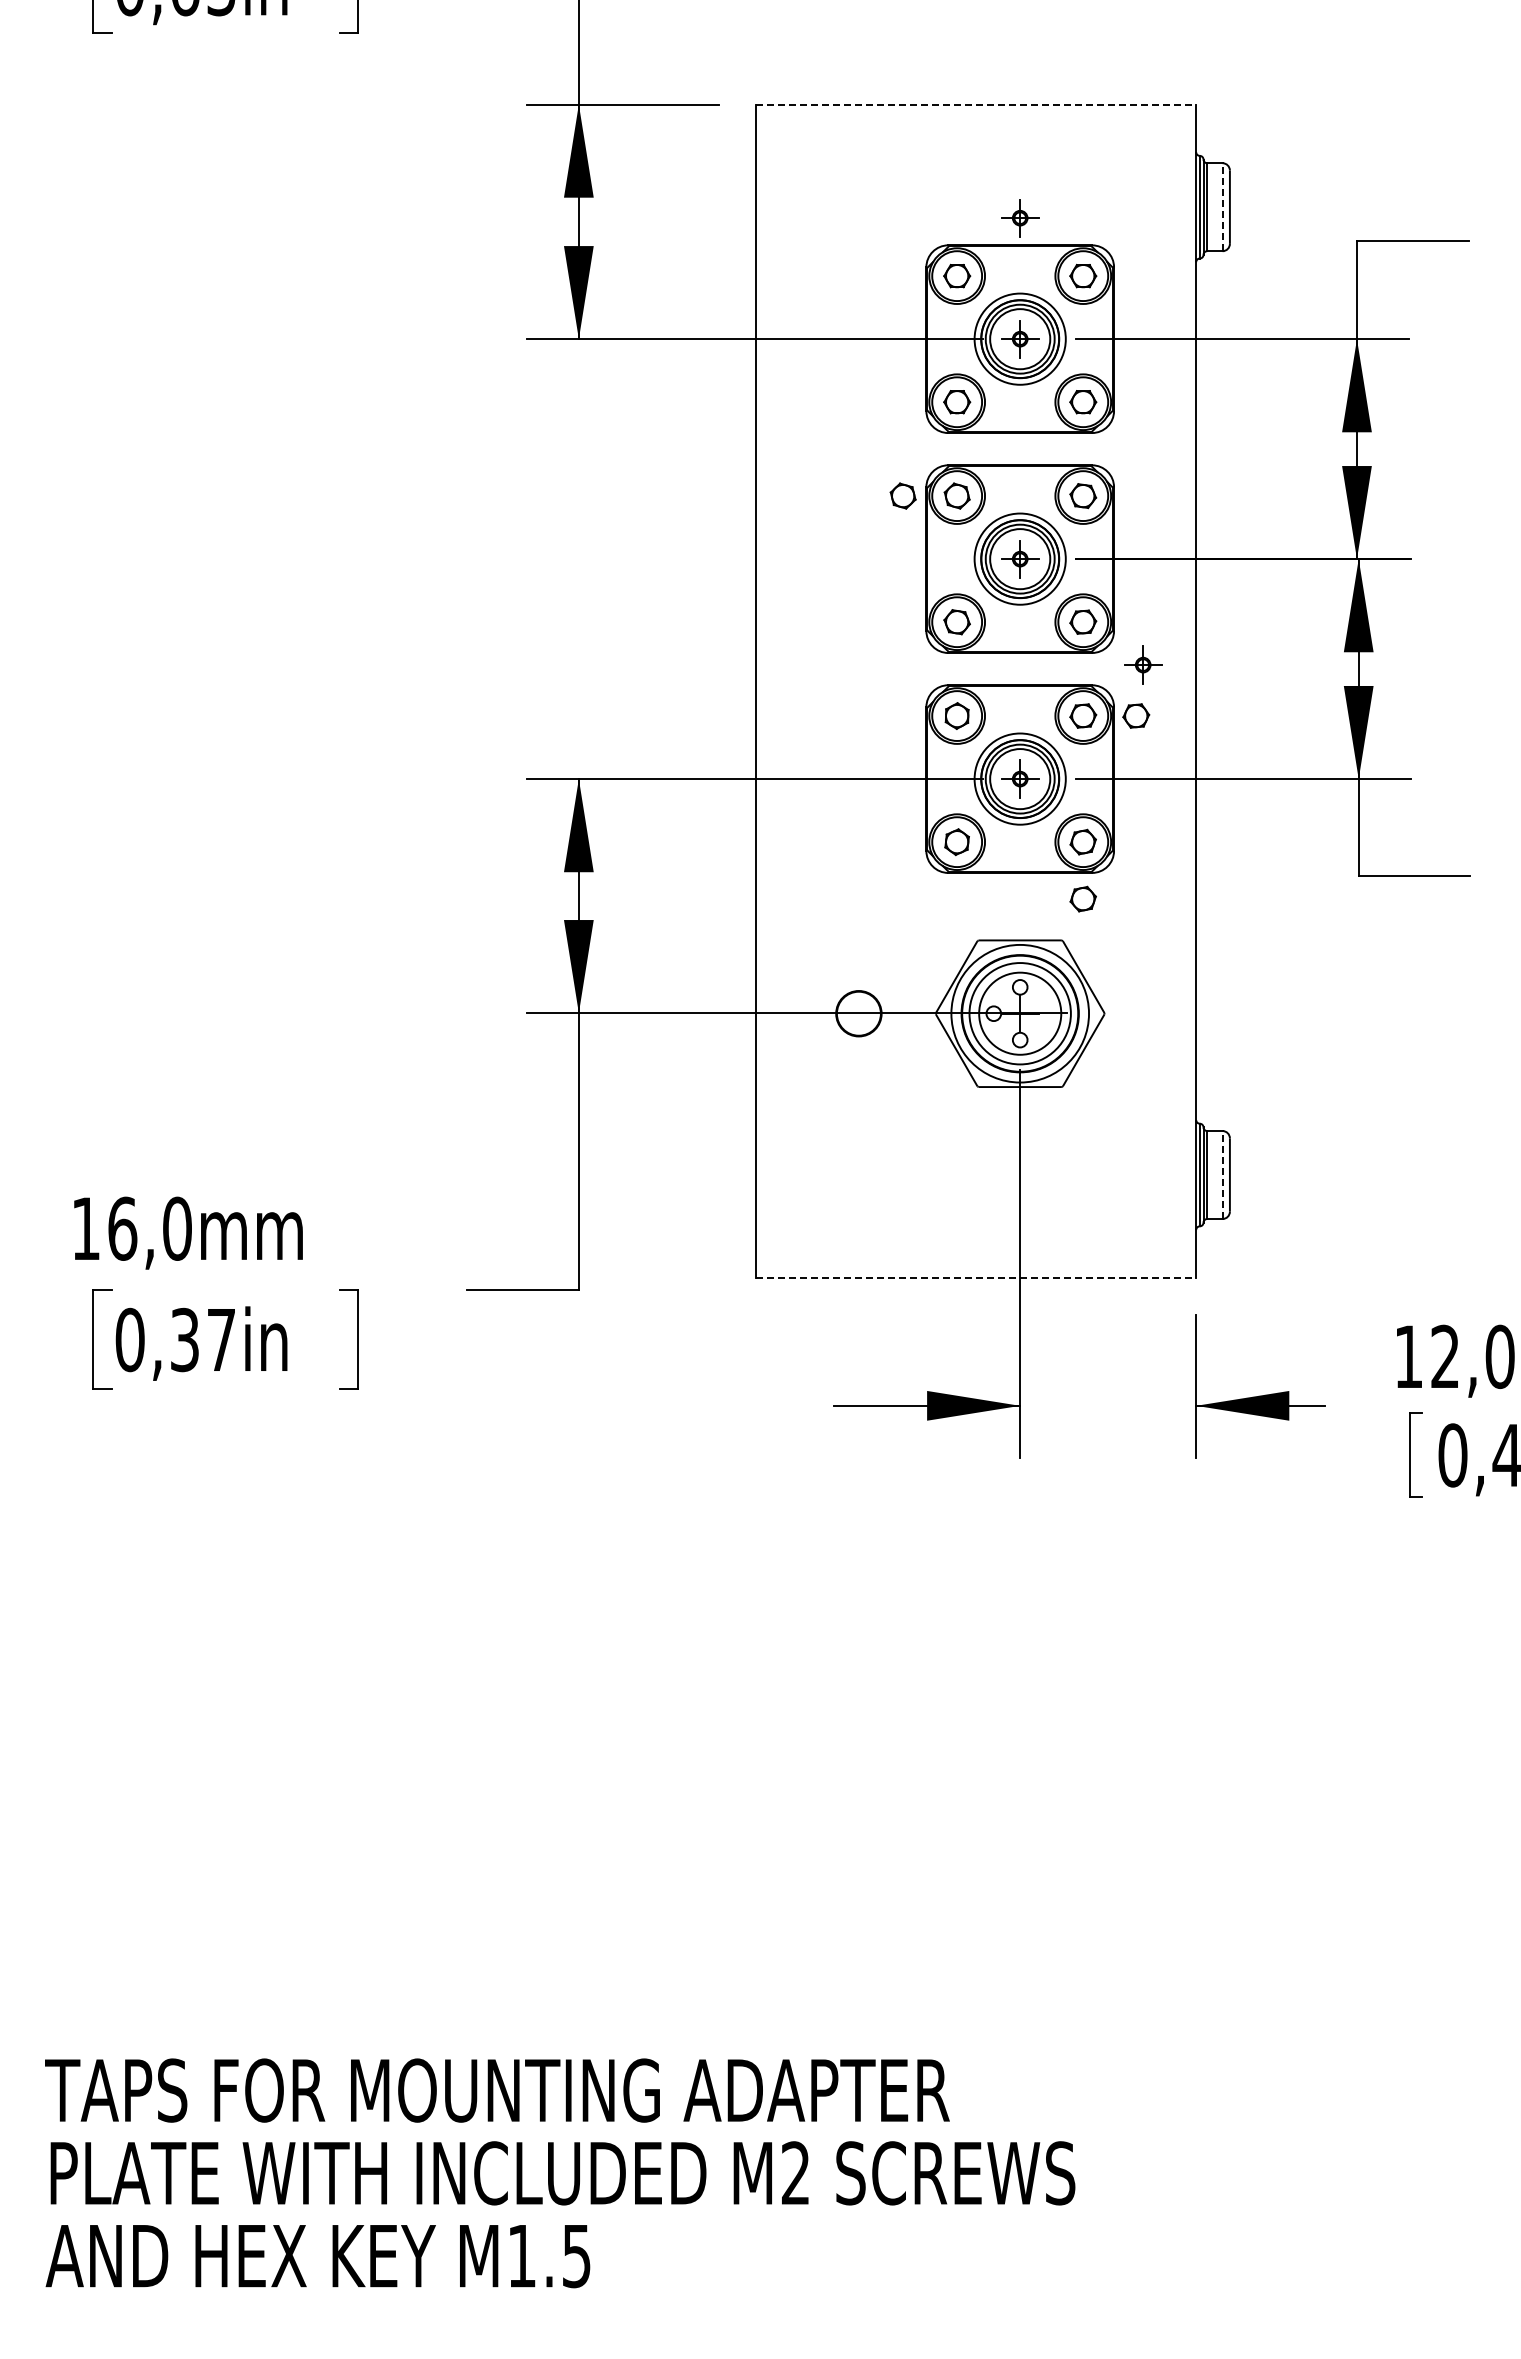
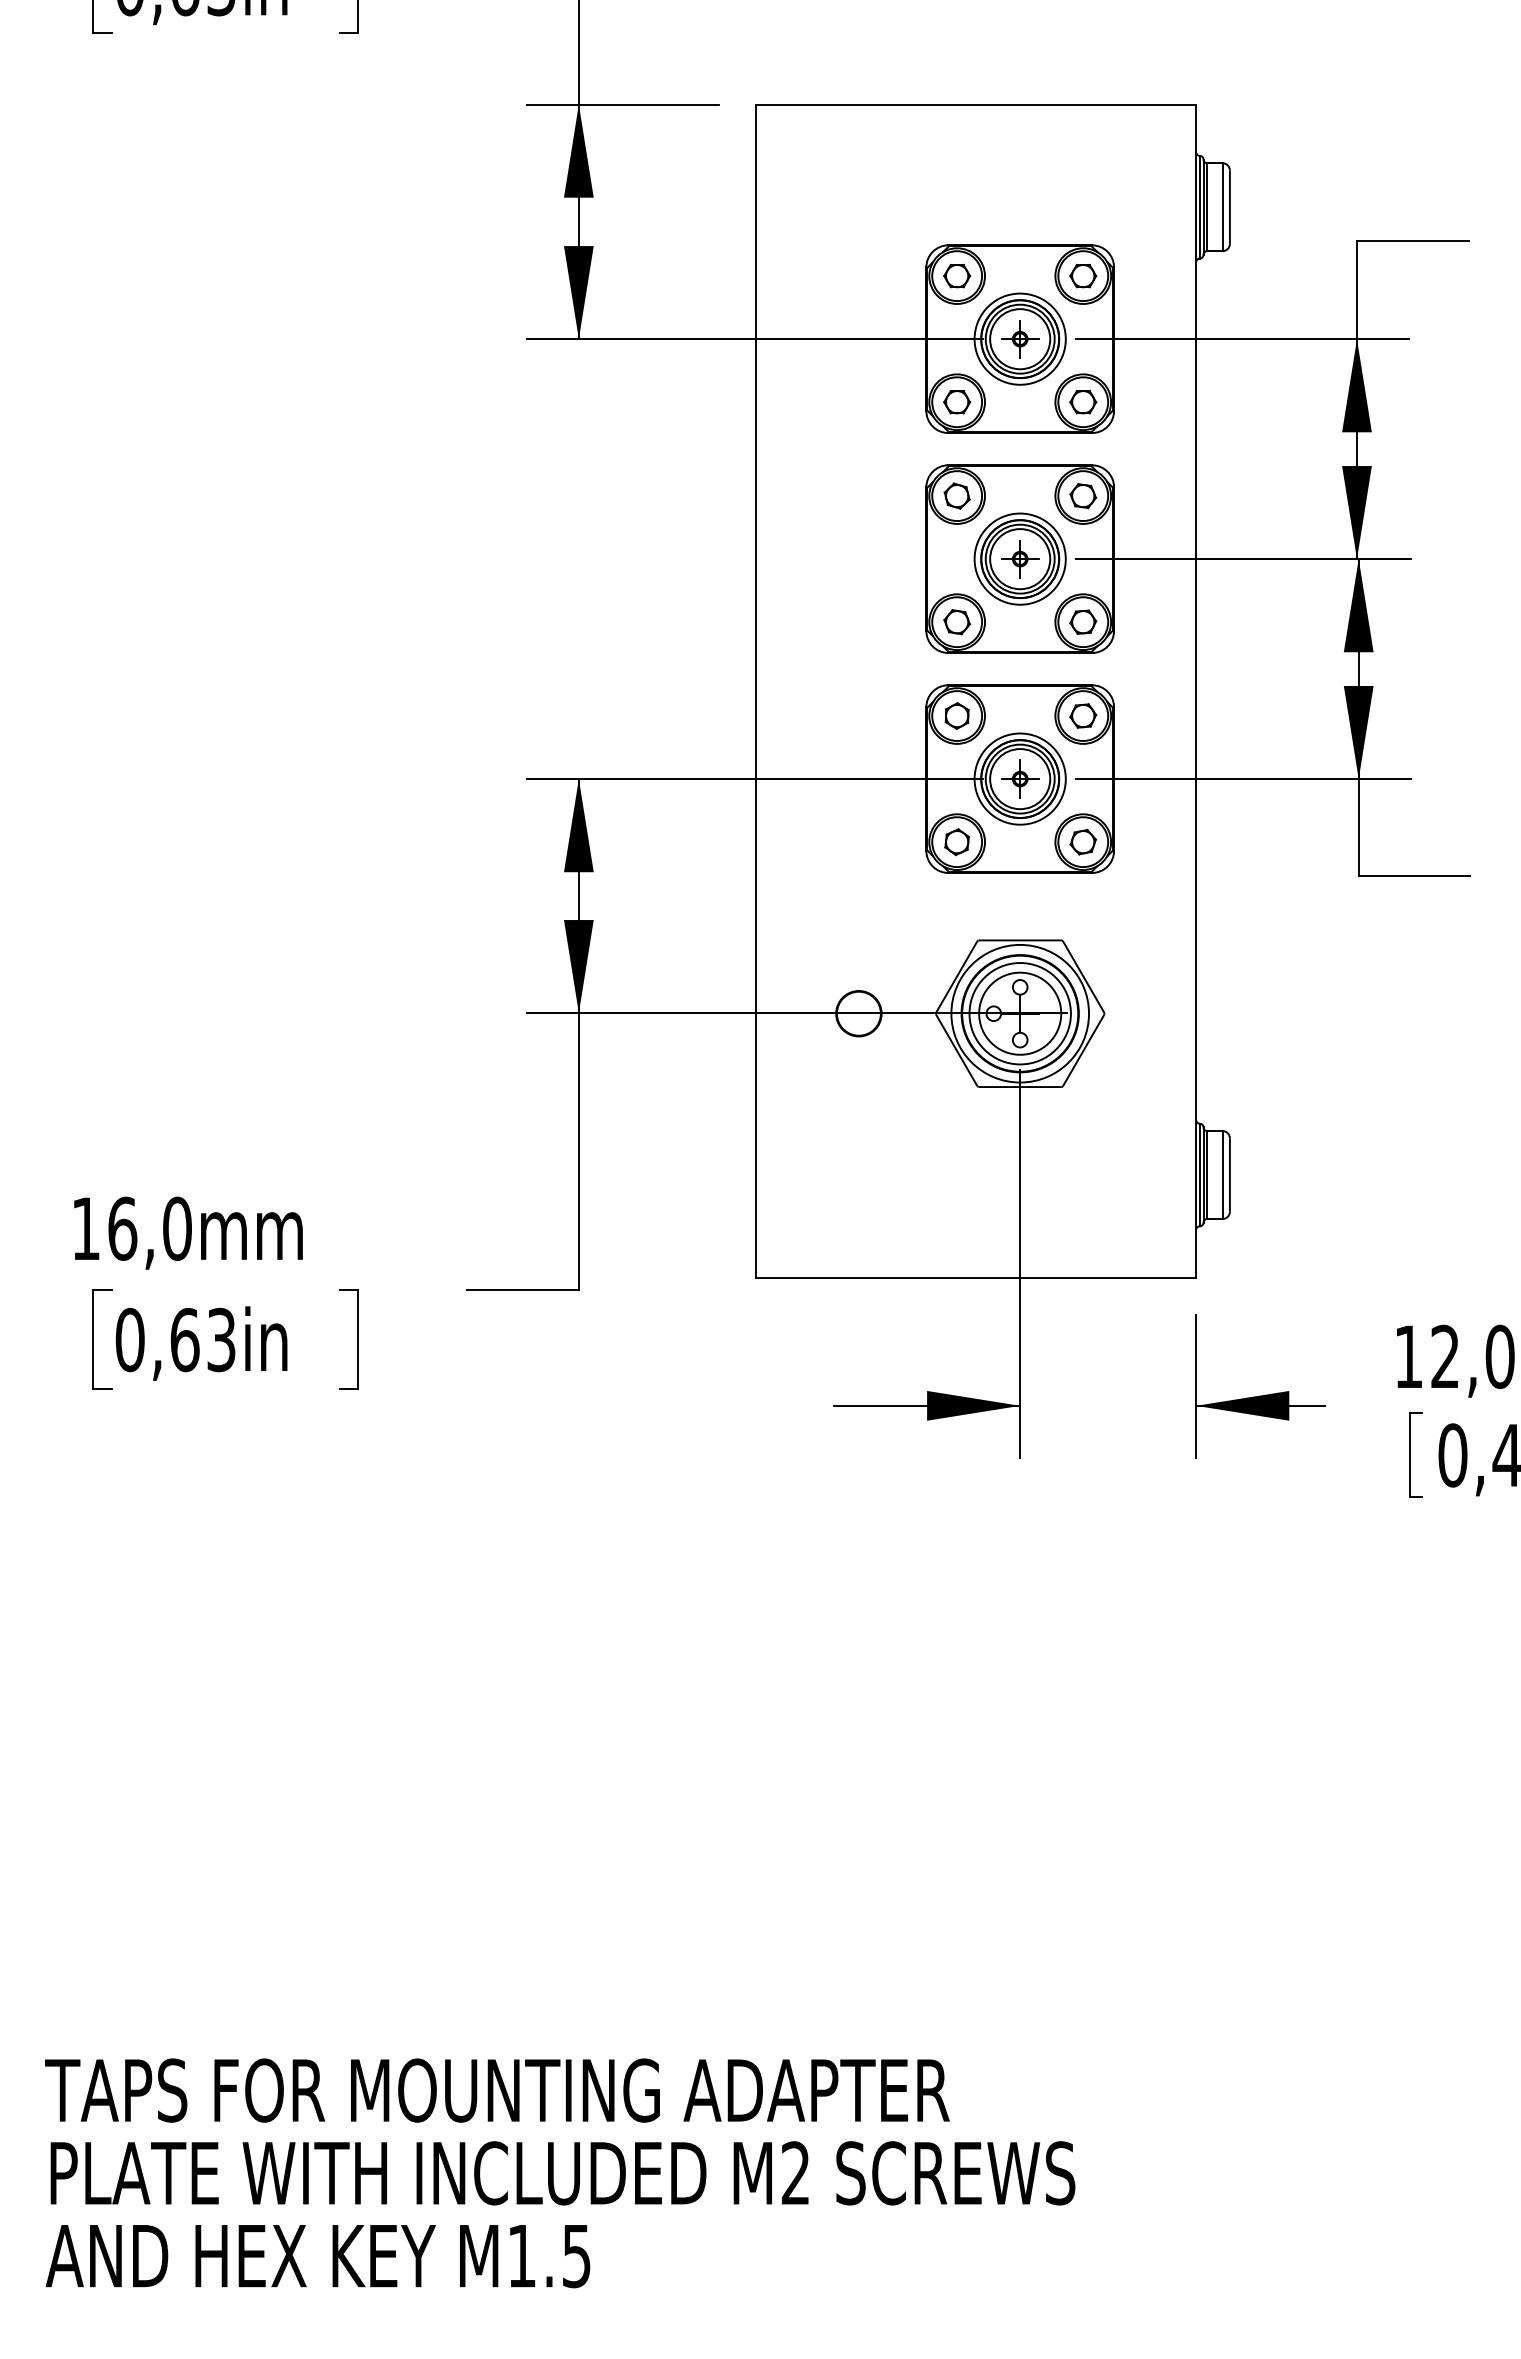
line at (976, 104): dashed -> solid
line at (1222, 207): dashed -> solid
part at (1020, 218): present -> none
part at (902, 495): present -> none
part at (1143, 664): present -> none
part at (1136, 715): present -> none
part at (1082, 898): present -> none
line at (1222, 1175): dashed -> solid
line at (976, 1277): dashed -> solid
text at (202, 1339): 0,37in -> 0,63in
